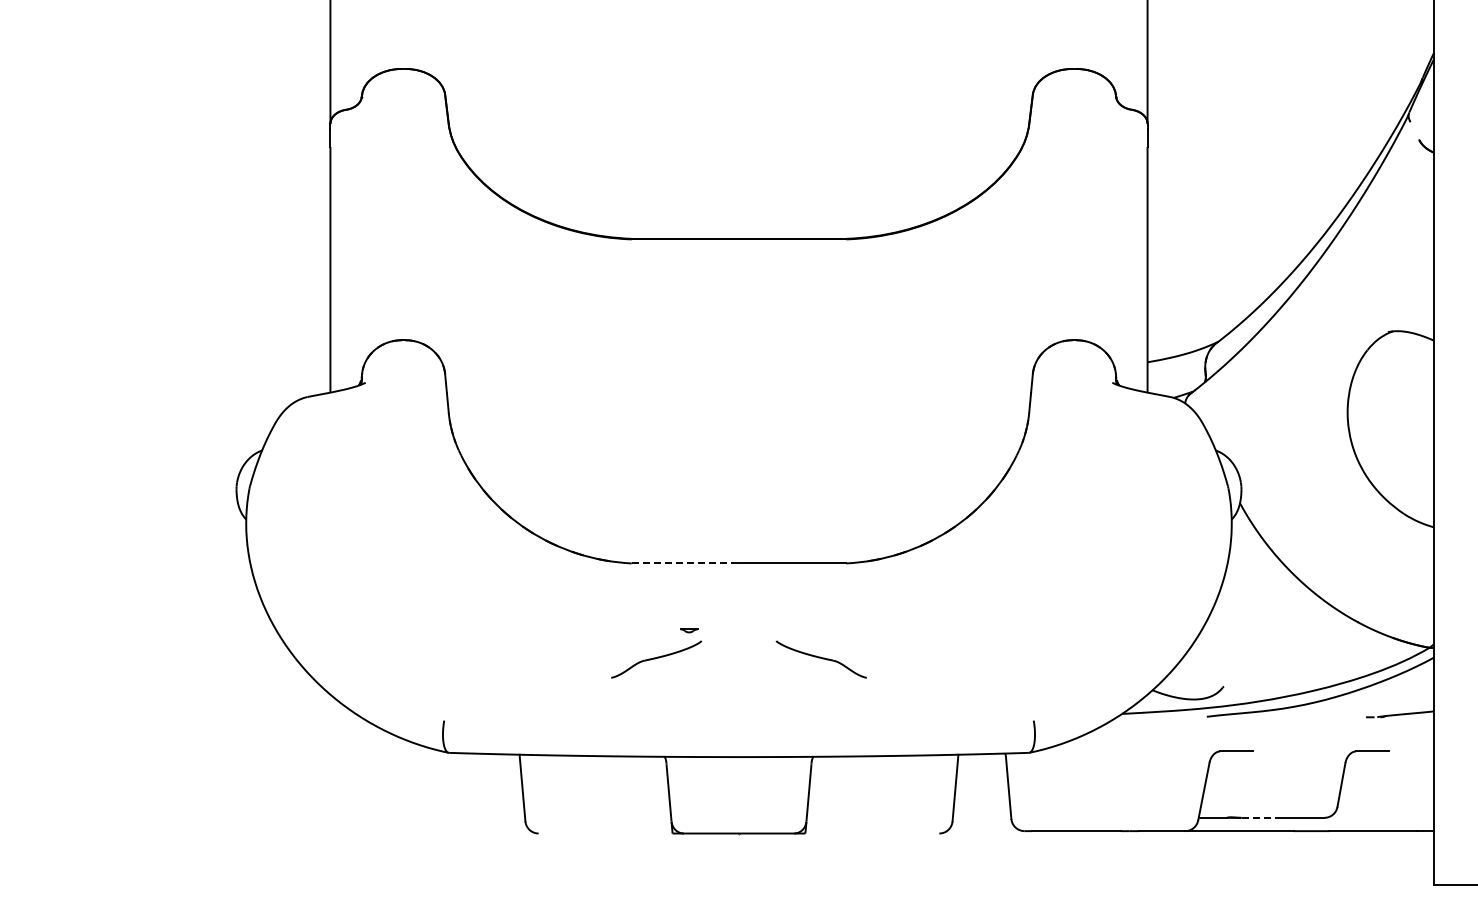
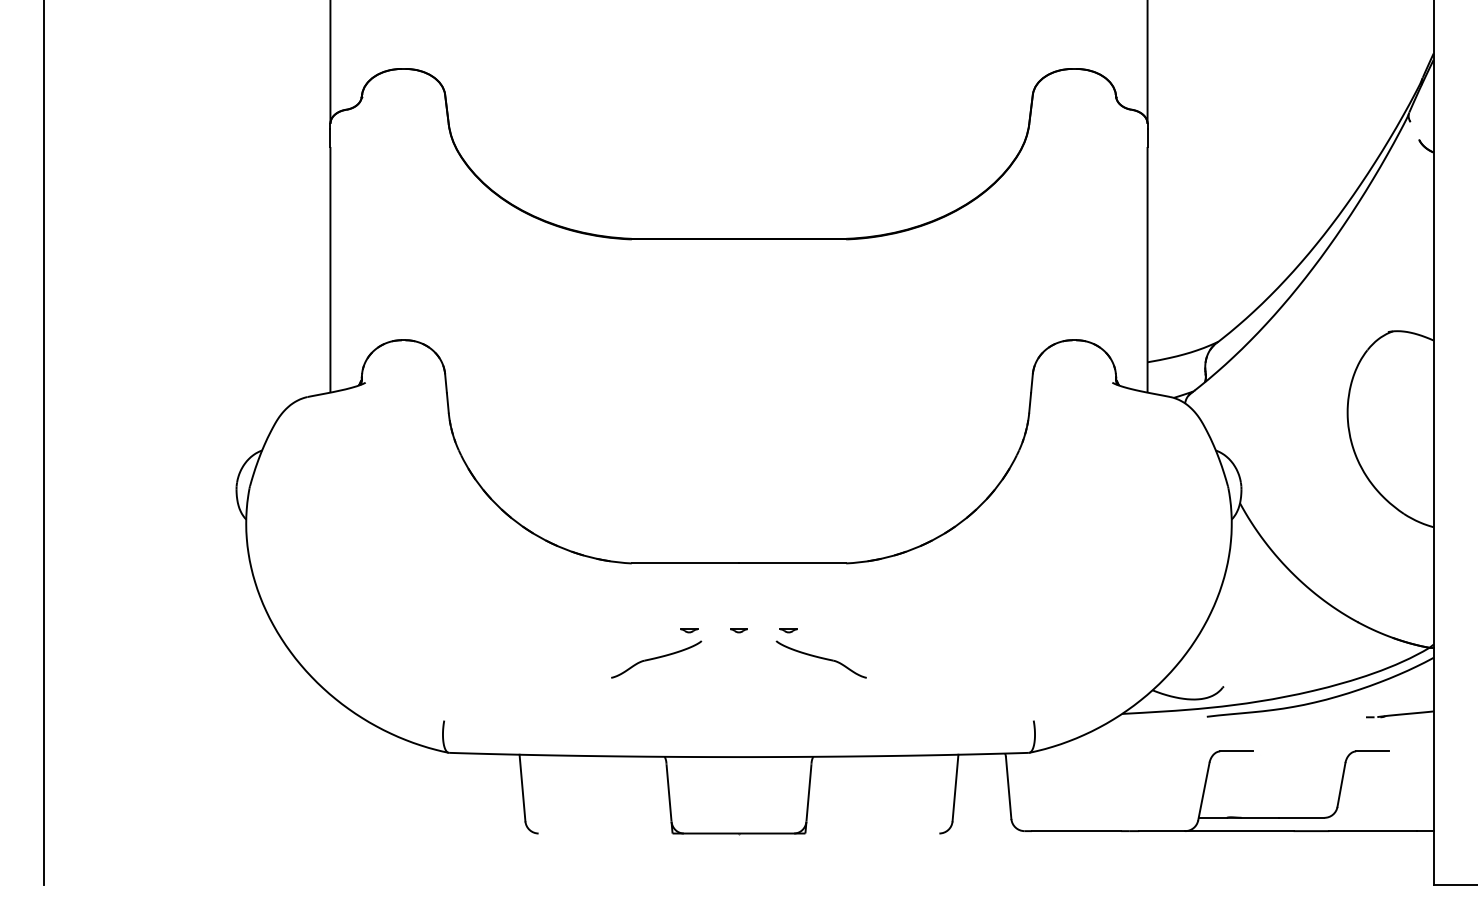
line at (44, 443): none -> present
line at (685, 563): dashed -> solid
part at (738, 630): none -> present
part at (788, 630): none -> present
line at (1260, 817): dashed -> solid
